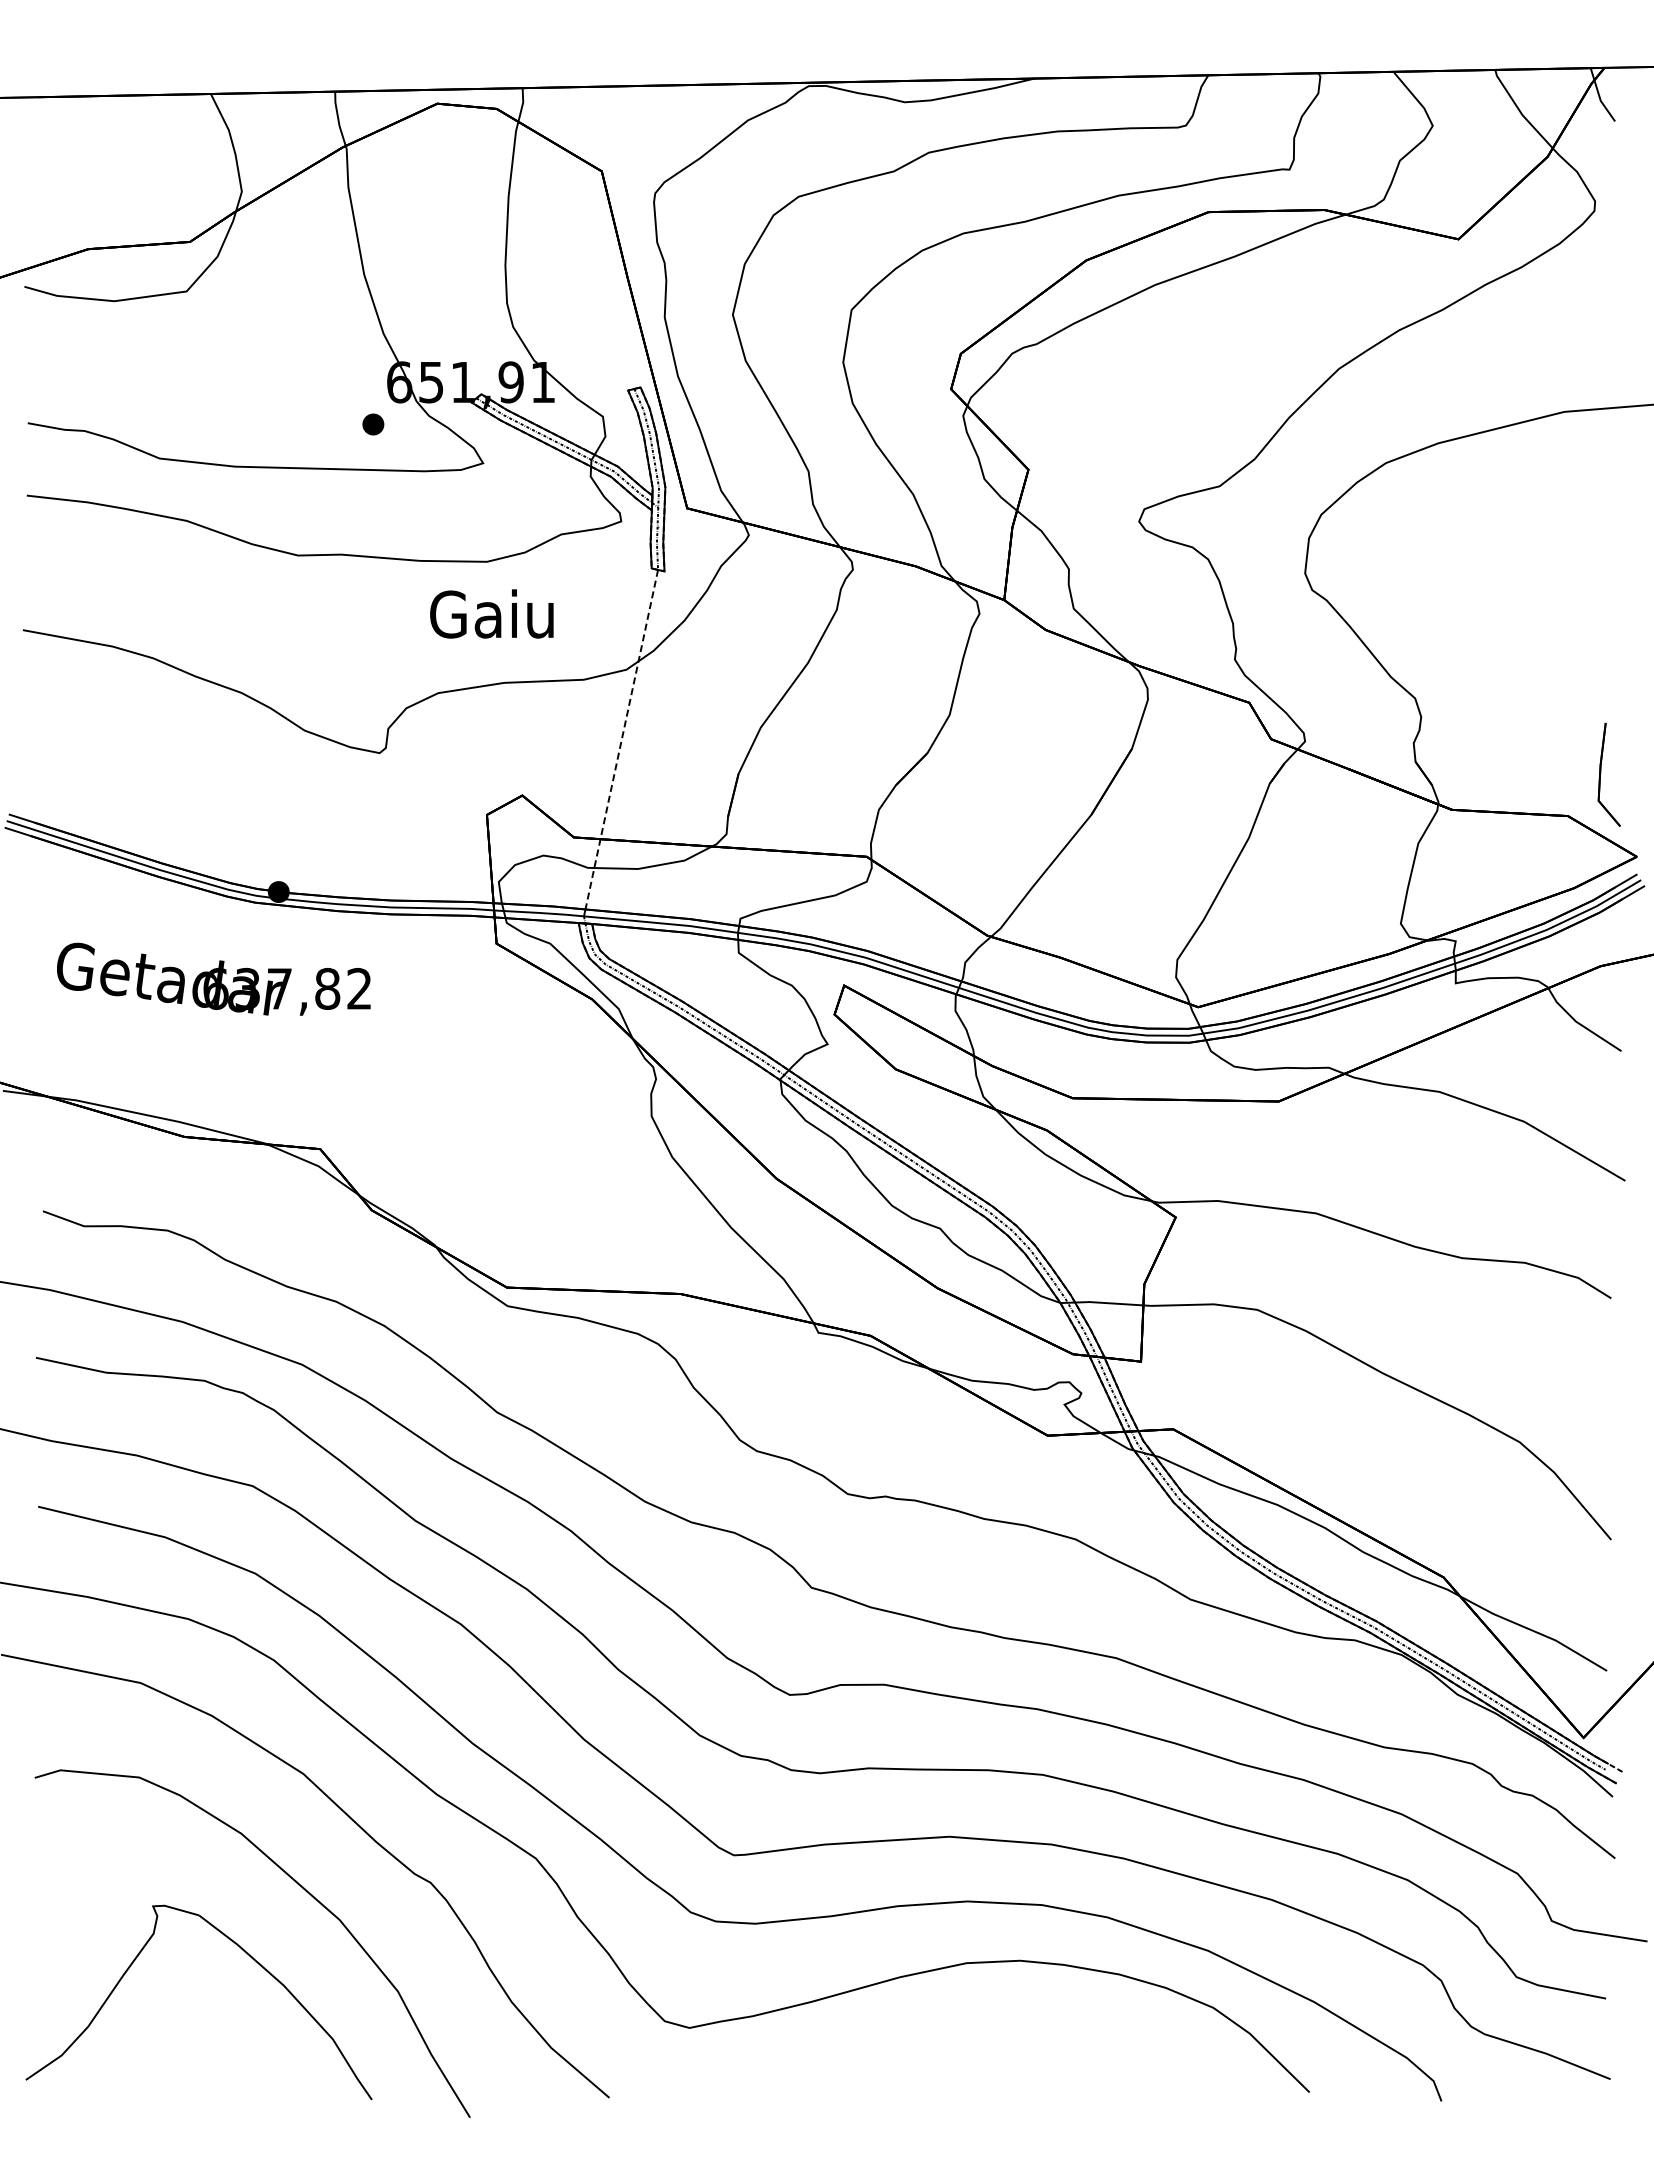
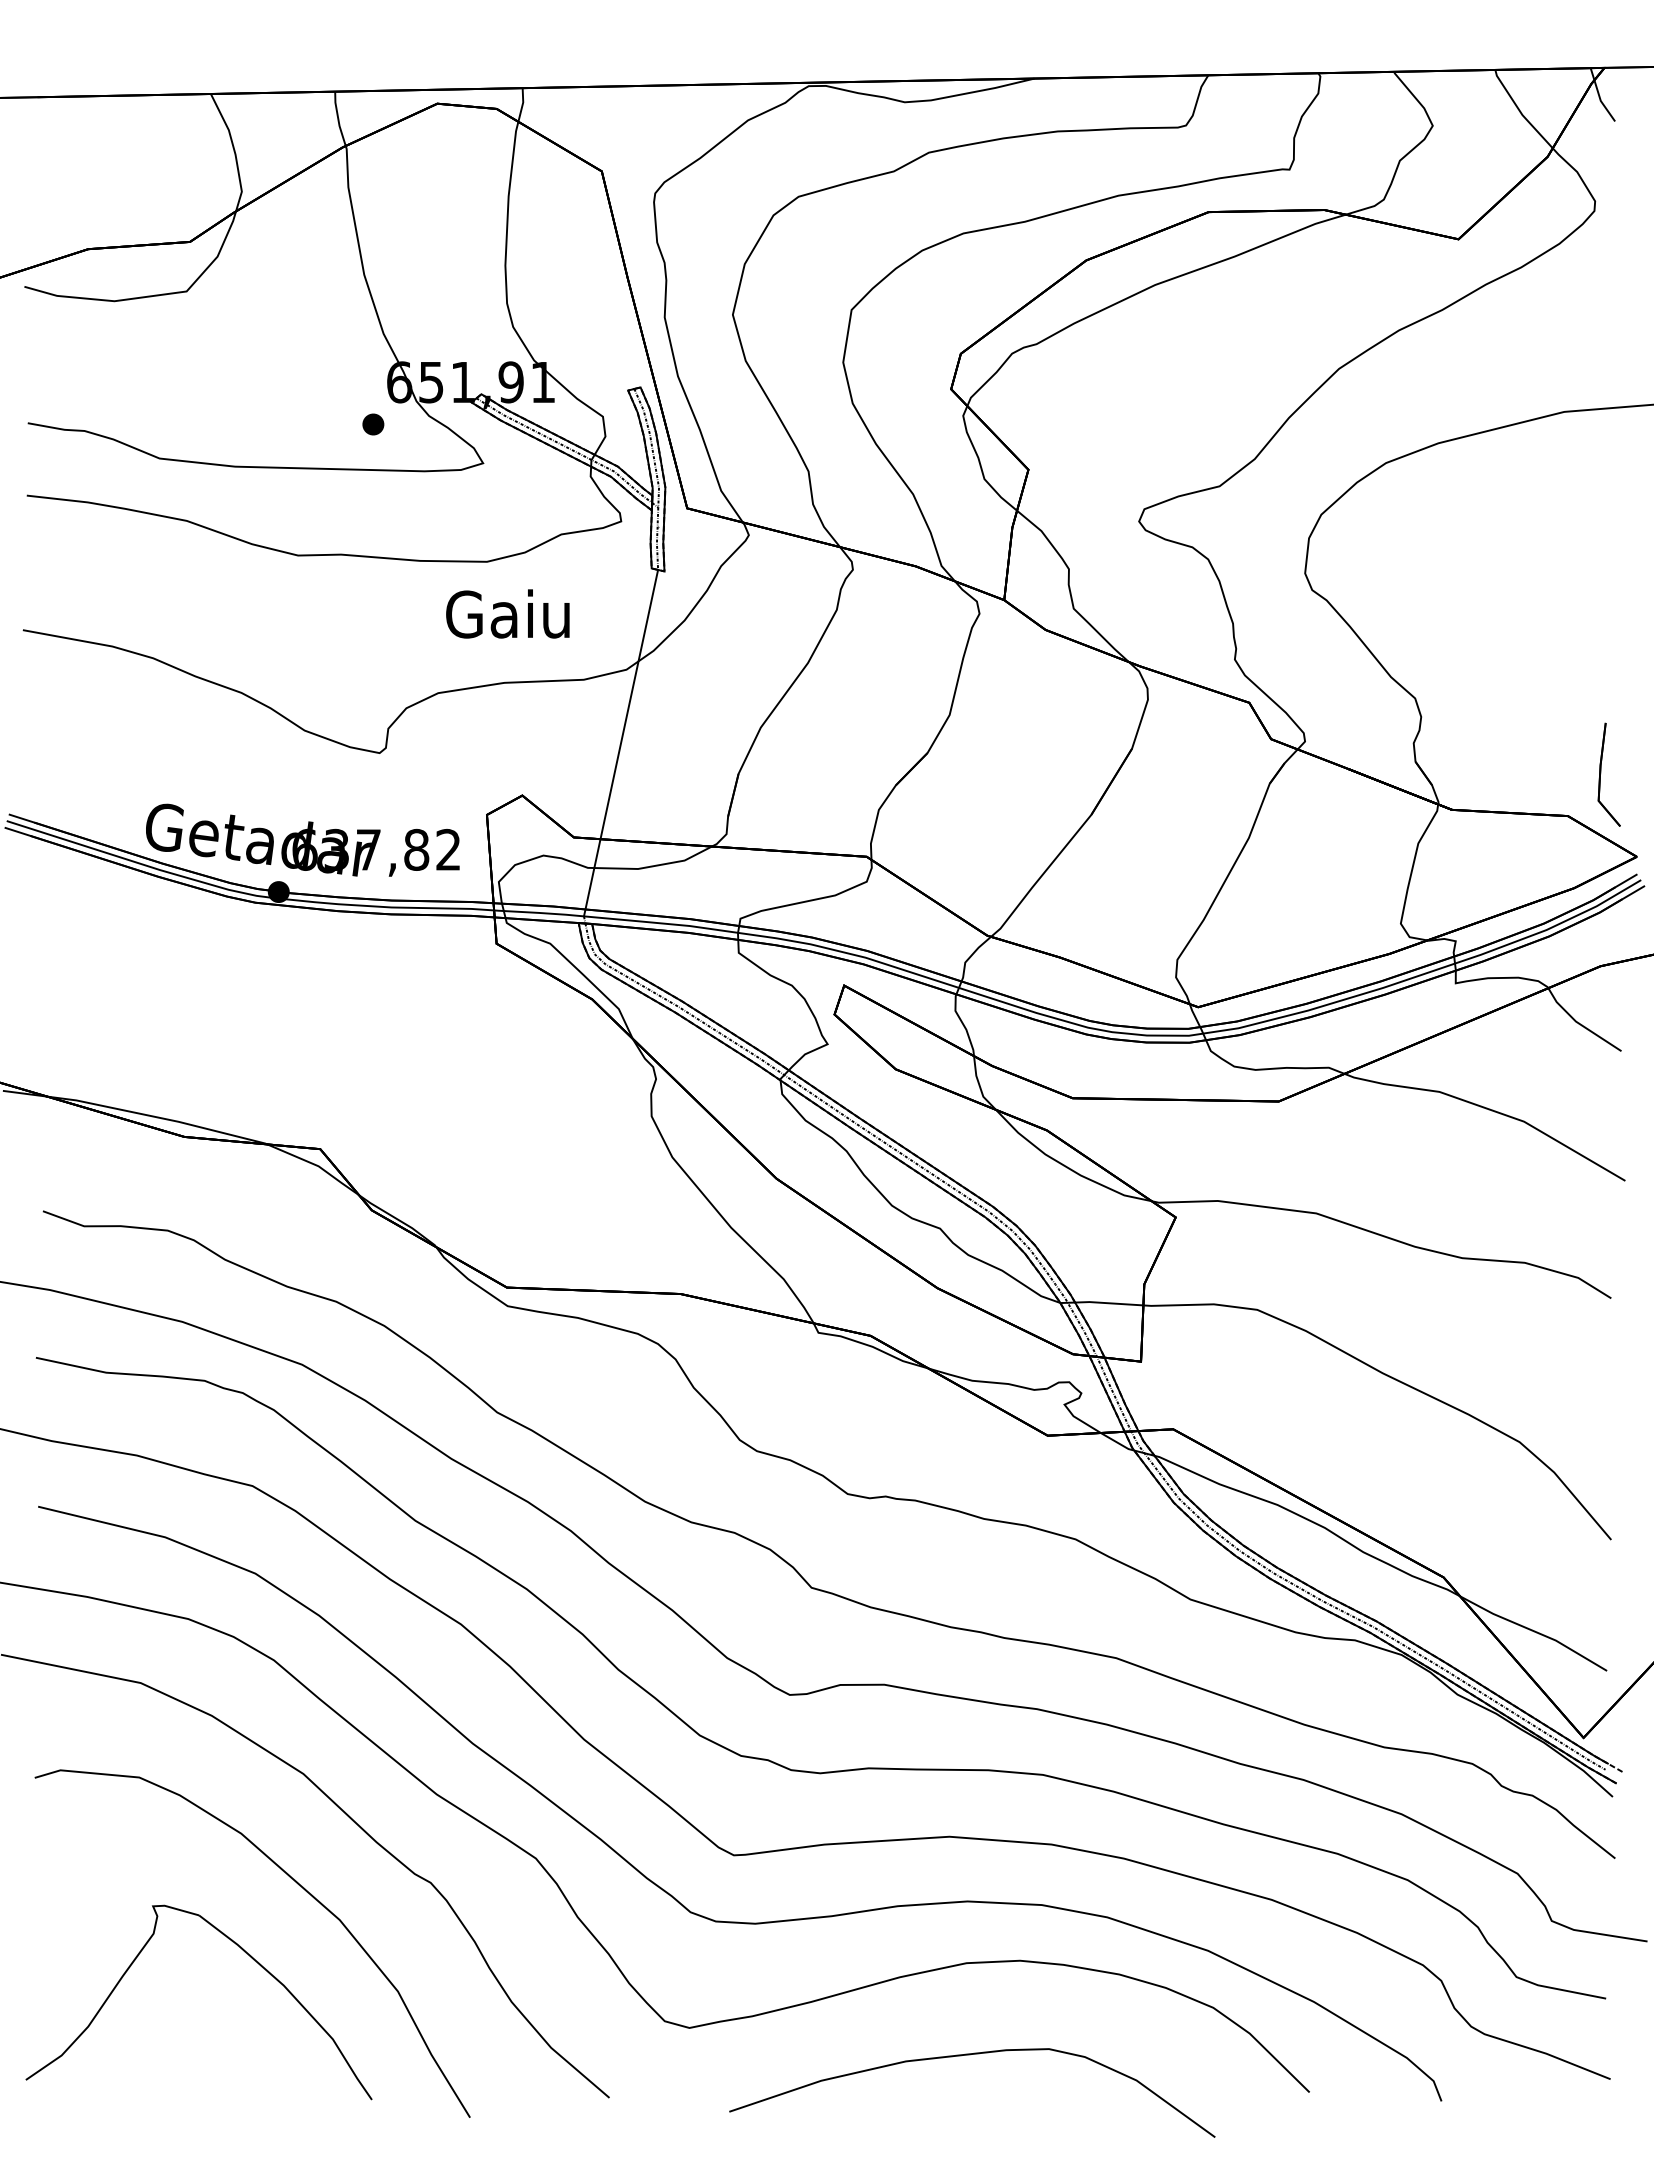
text at (491, 613) position: (491, 613) -> (507, 613)
line at (621, 739): dashed -> solid
text at (213, 978) position: (213, 978) -> (302, 839)
curve at (970, 2055): none -> present
